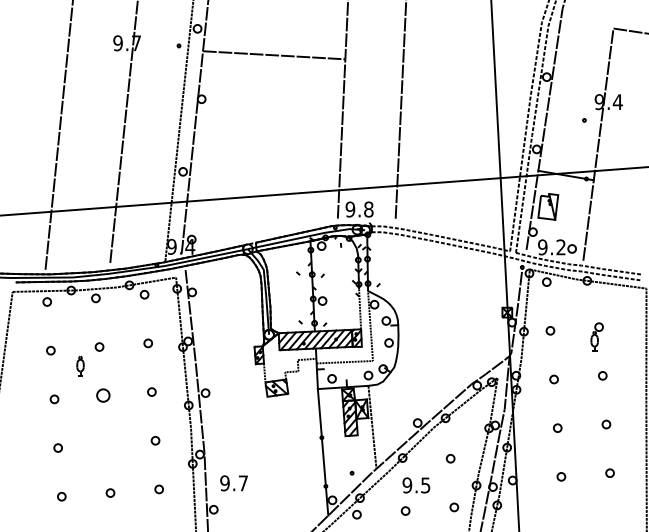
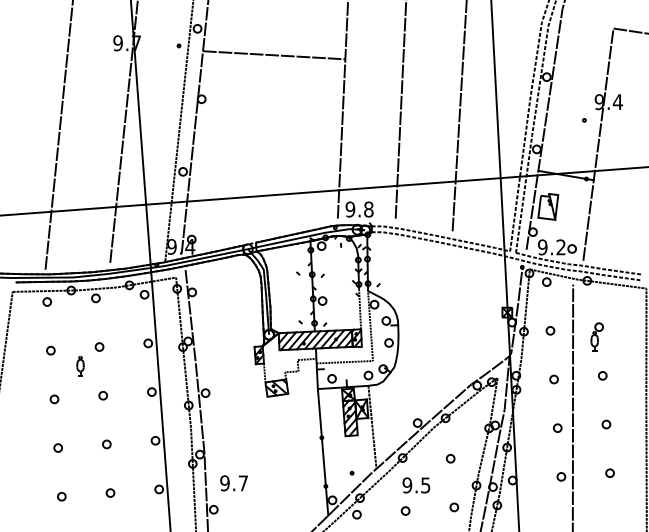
line at (459, 116): none -> present
line at (150, 265): none -> present
part at (103, 395) size: 15x15 px -> 10x10 px
line at (572, 406): none -> present
part at (106, 444): none -> present
